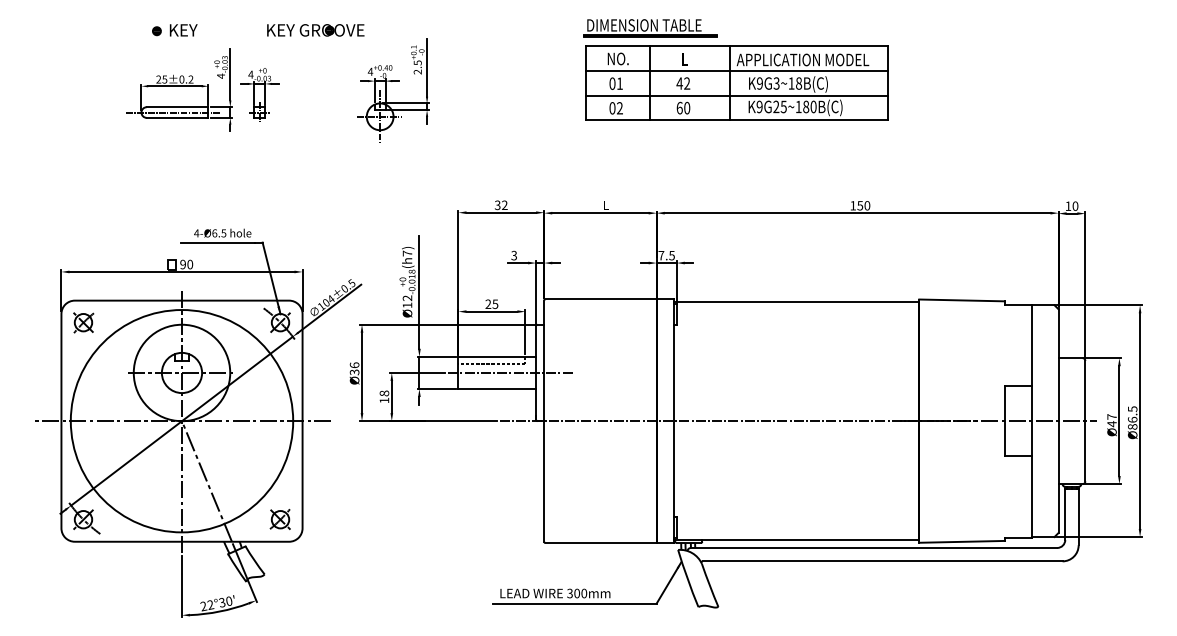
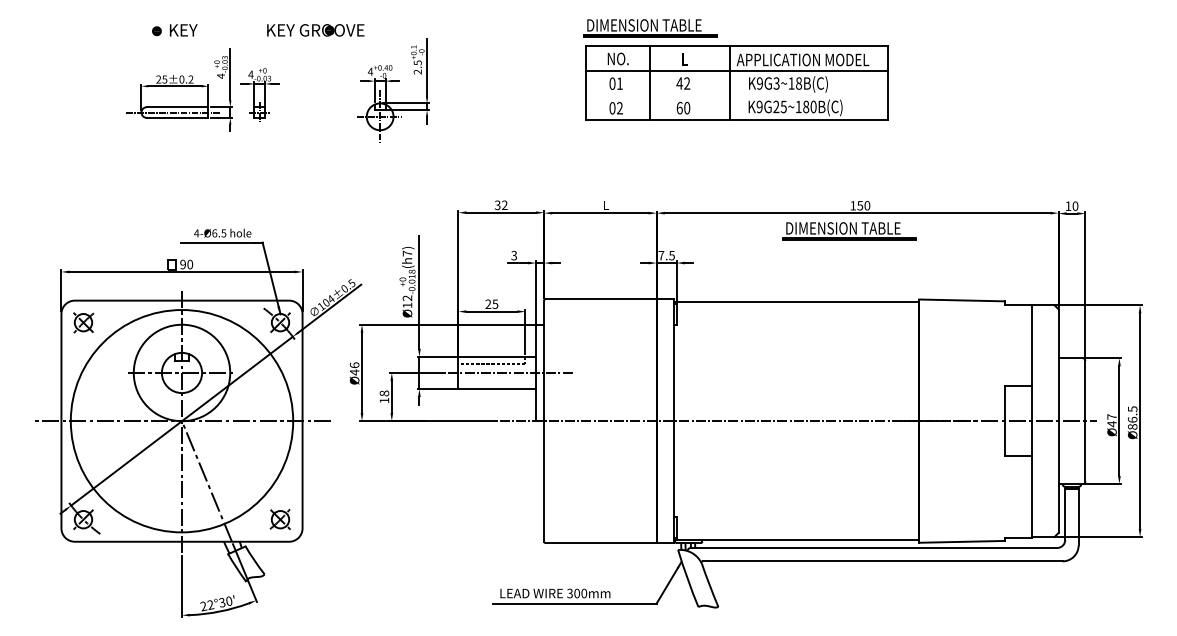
line at (737, 95): present -> none
part at (849, 231): none -> present
text at (354, 372): 36 -> 46
